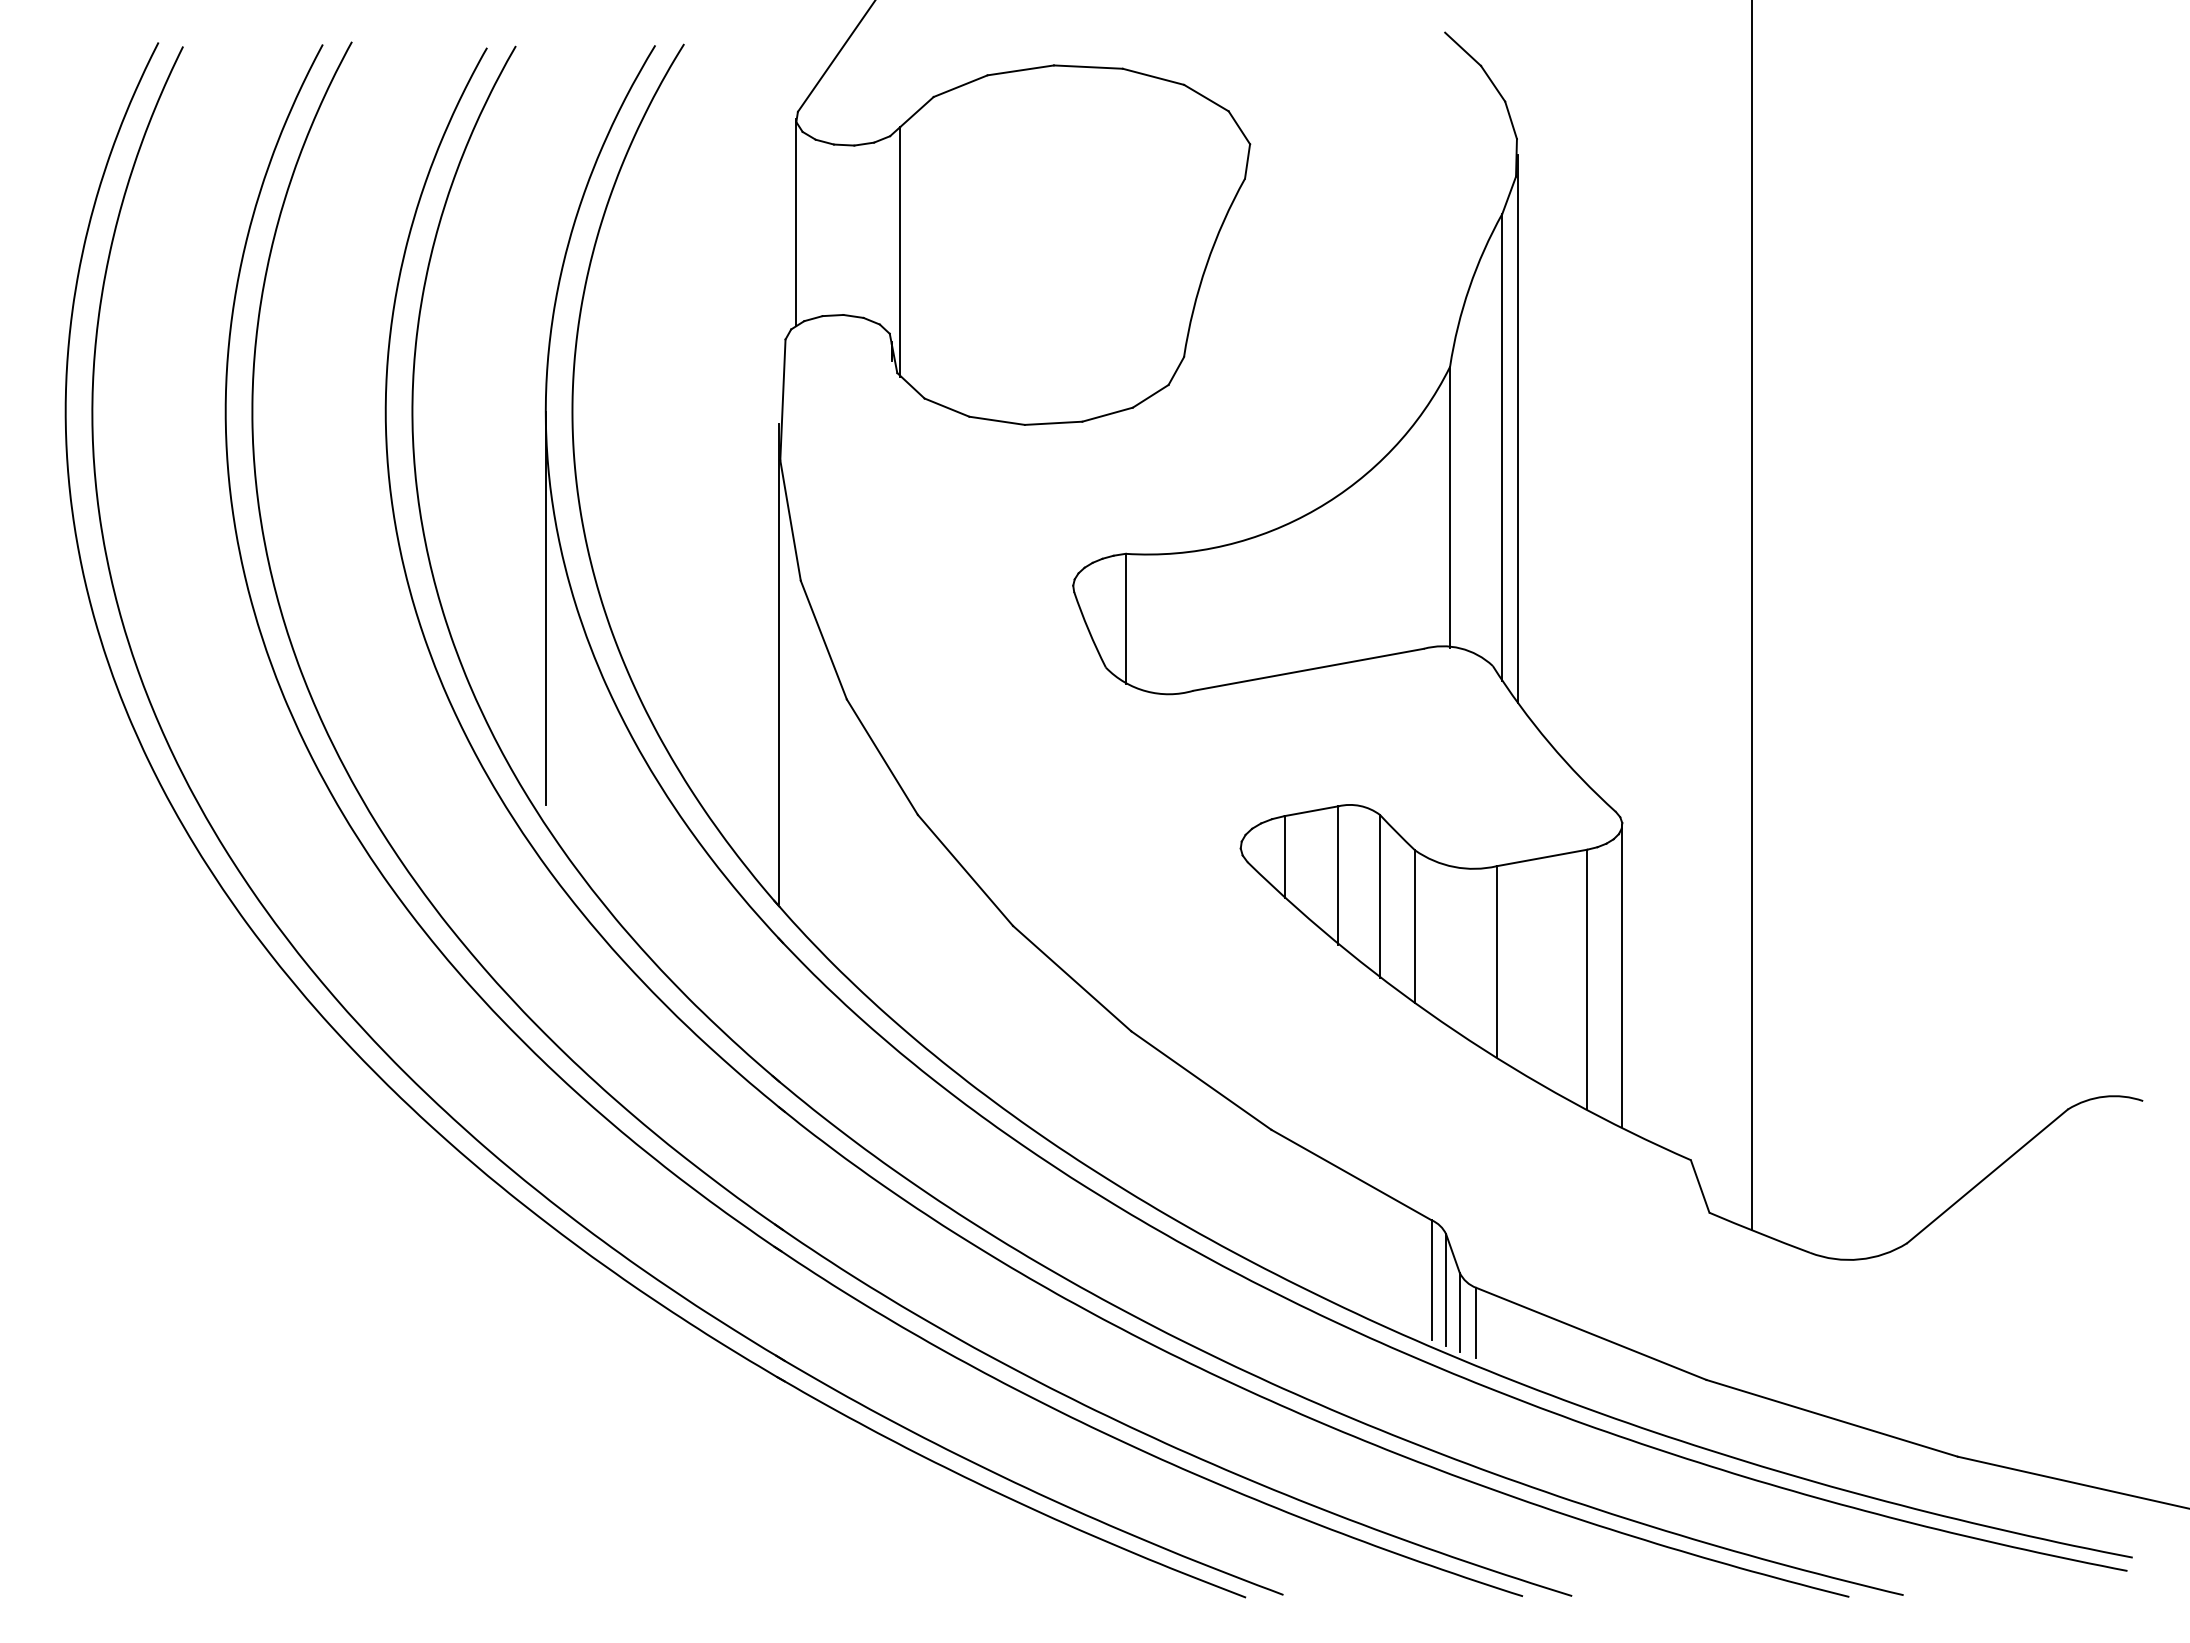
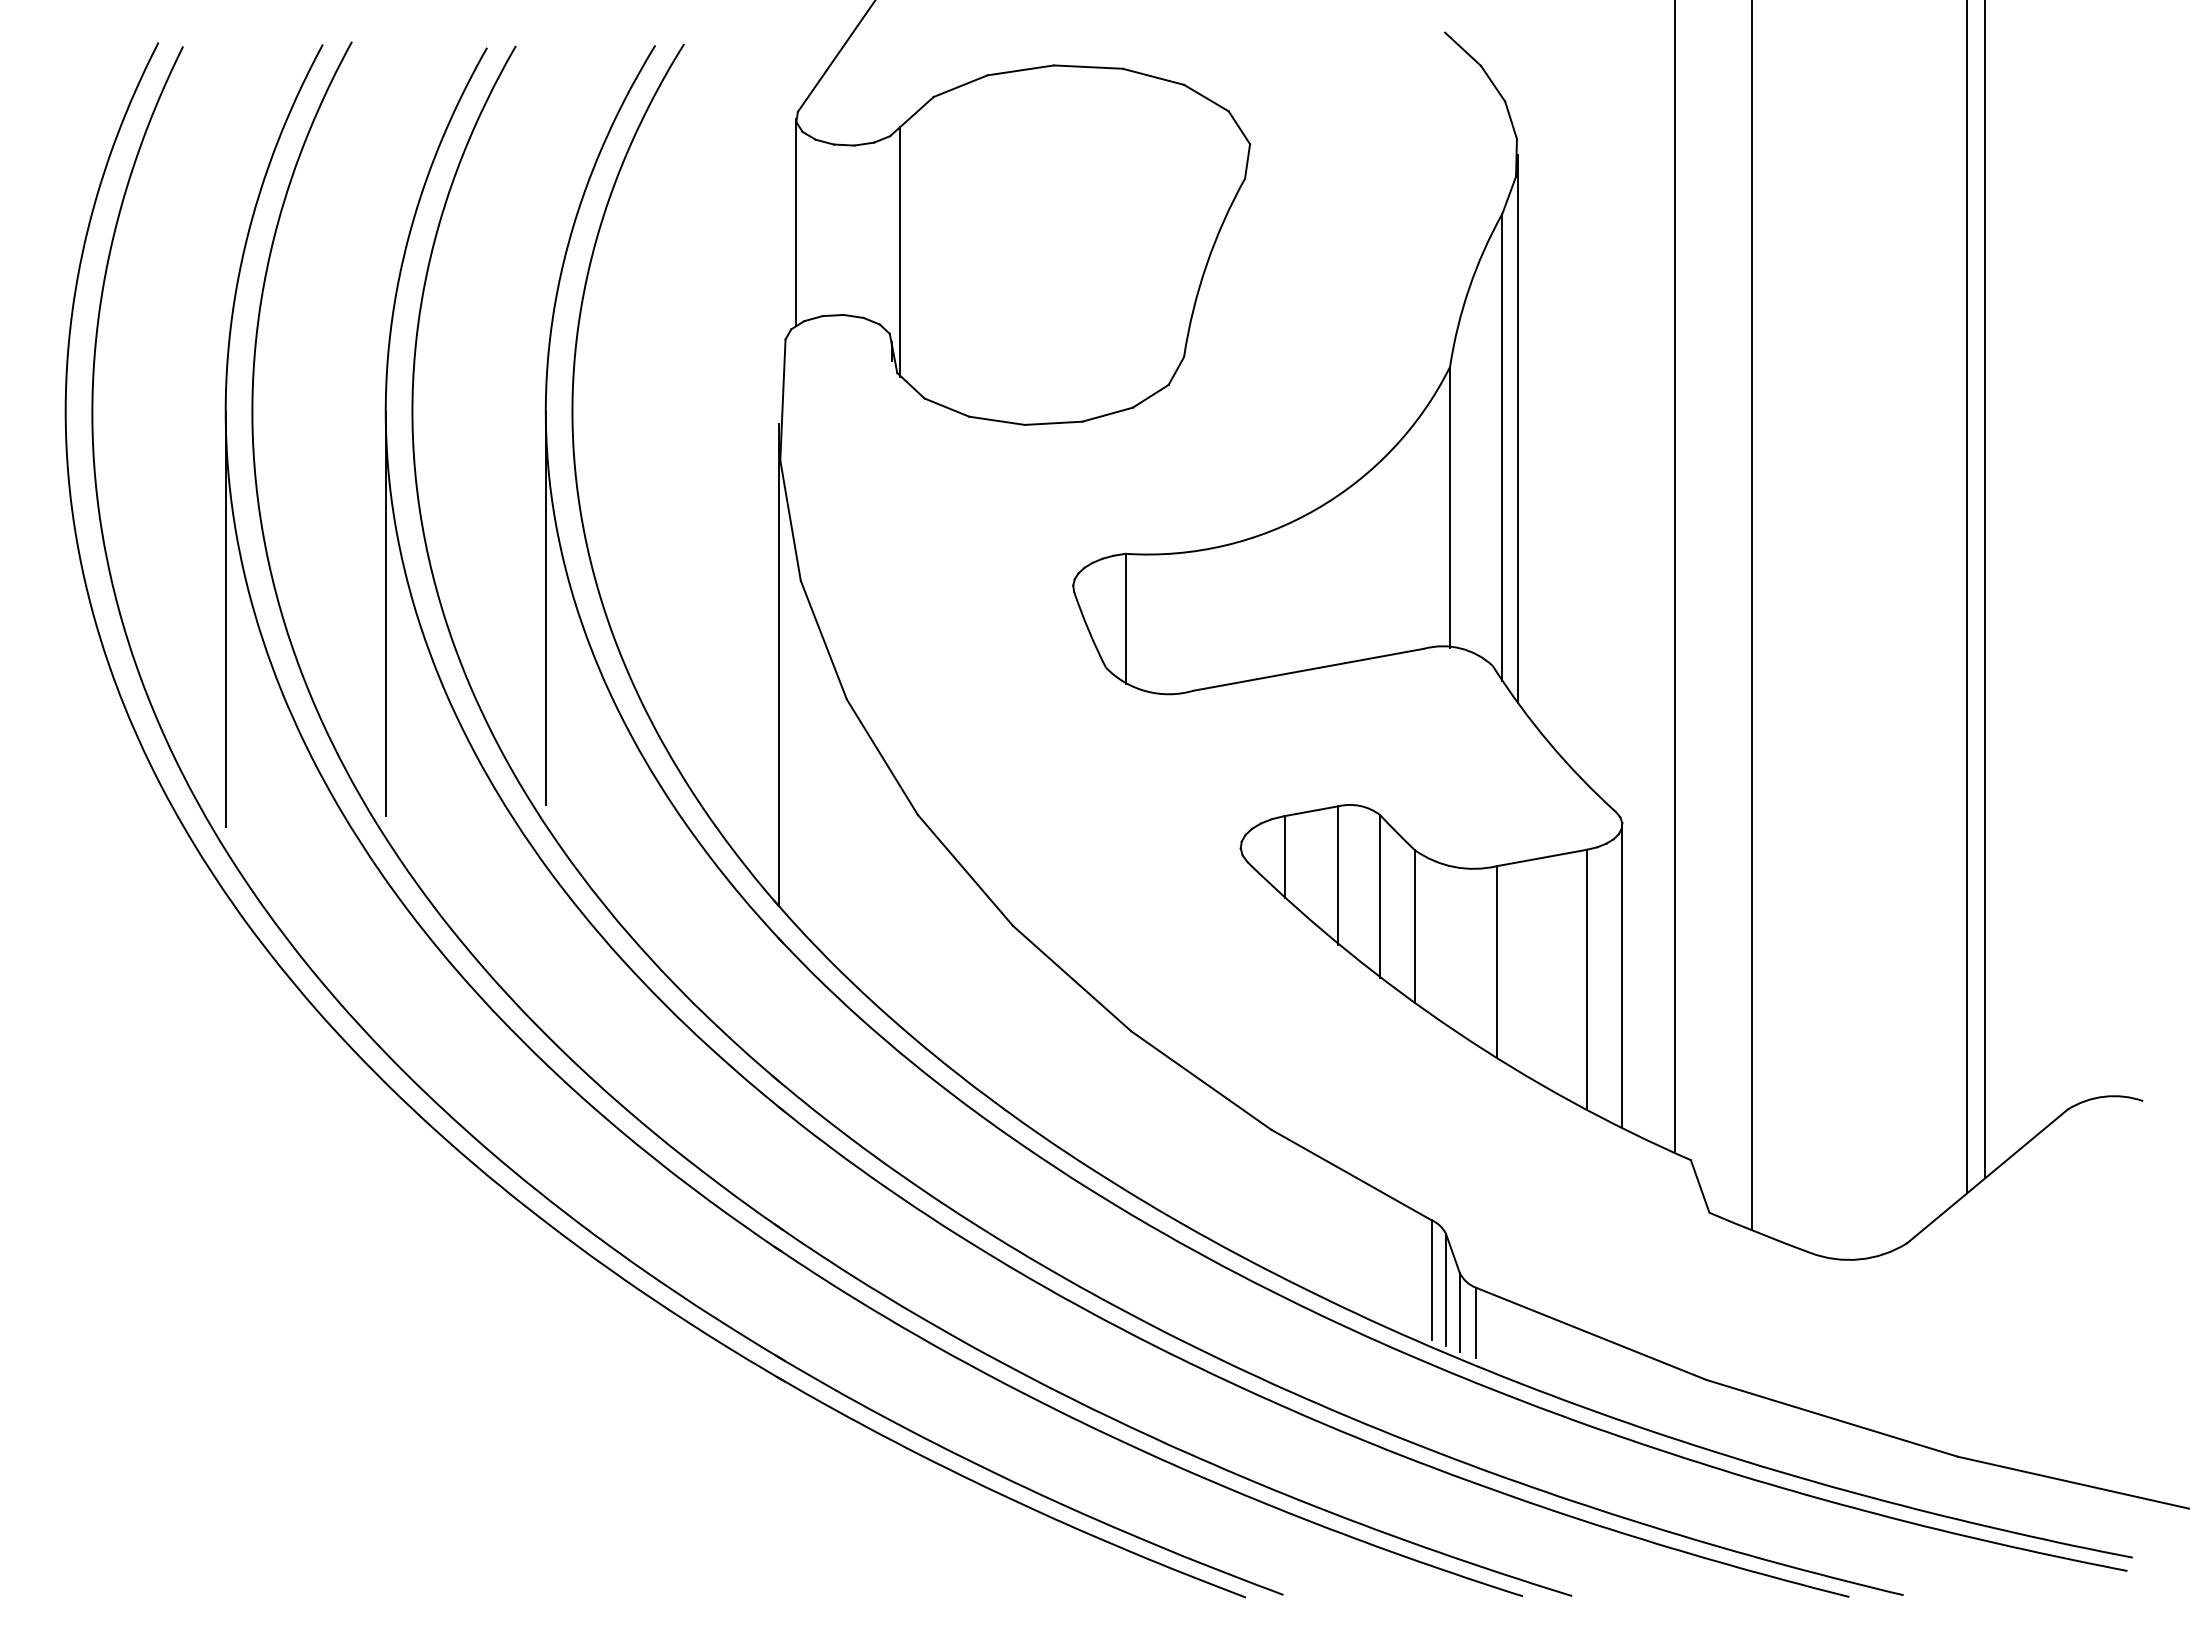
line at (1675, 577): none -> present
line at (1985, 590): none -> present
line at (1967, 597): none -> present
line at (385, 613): none -> present
line at (225, 618): none -> present
